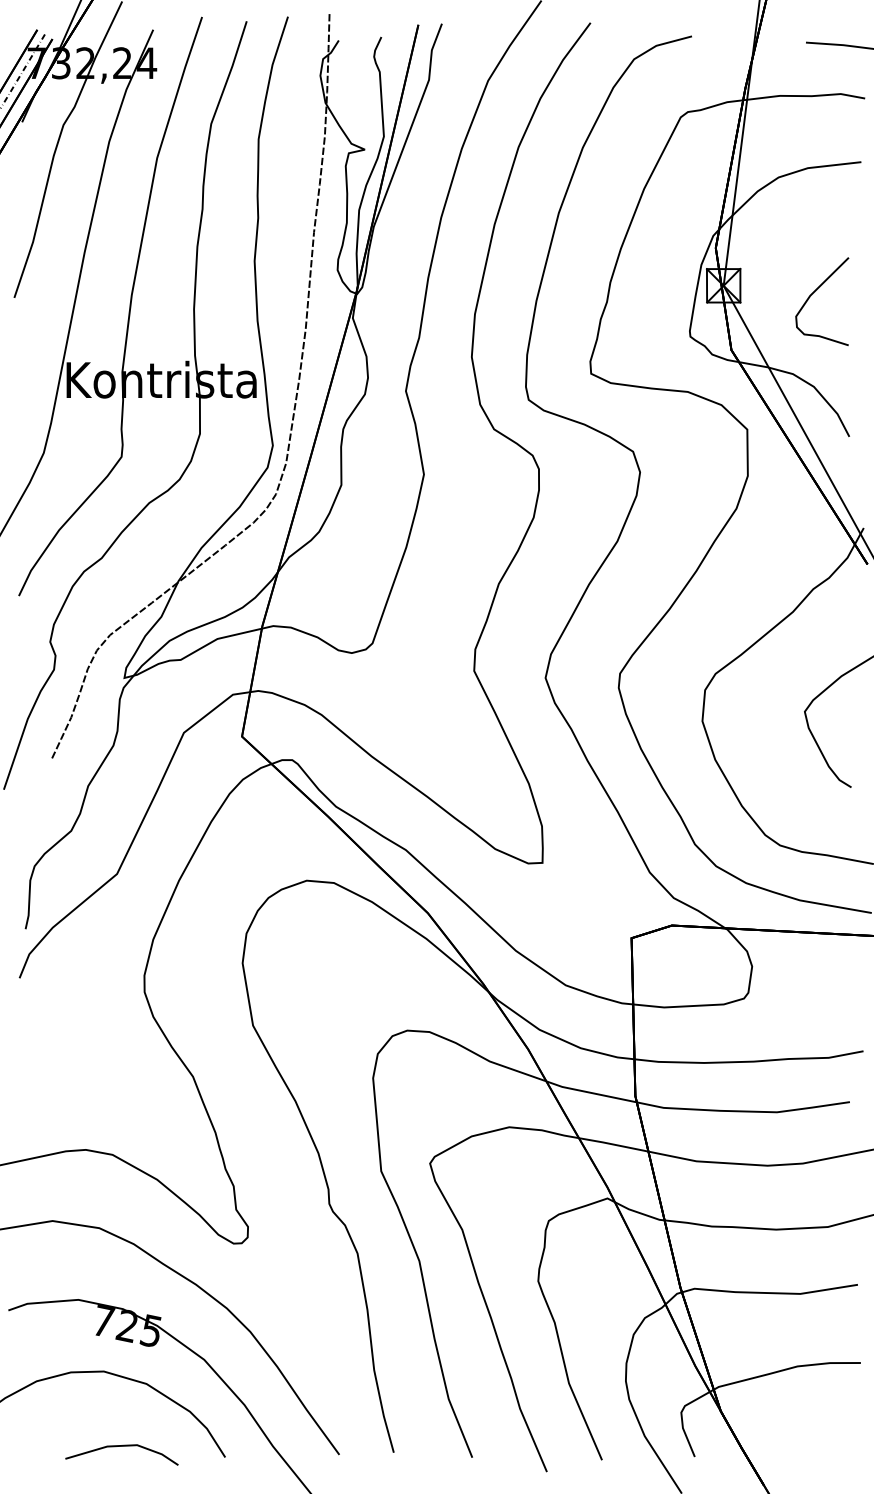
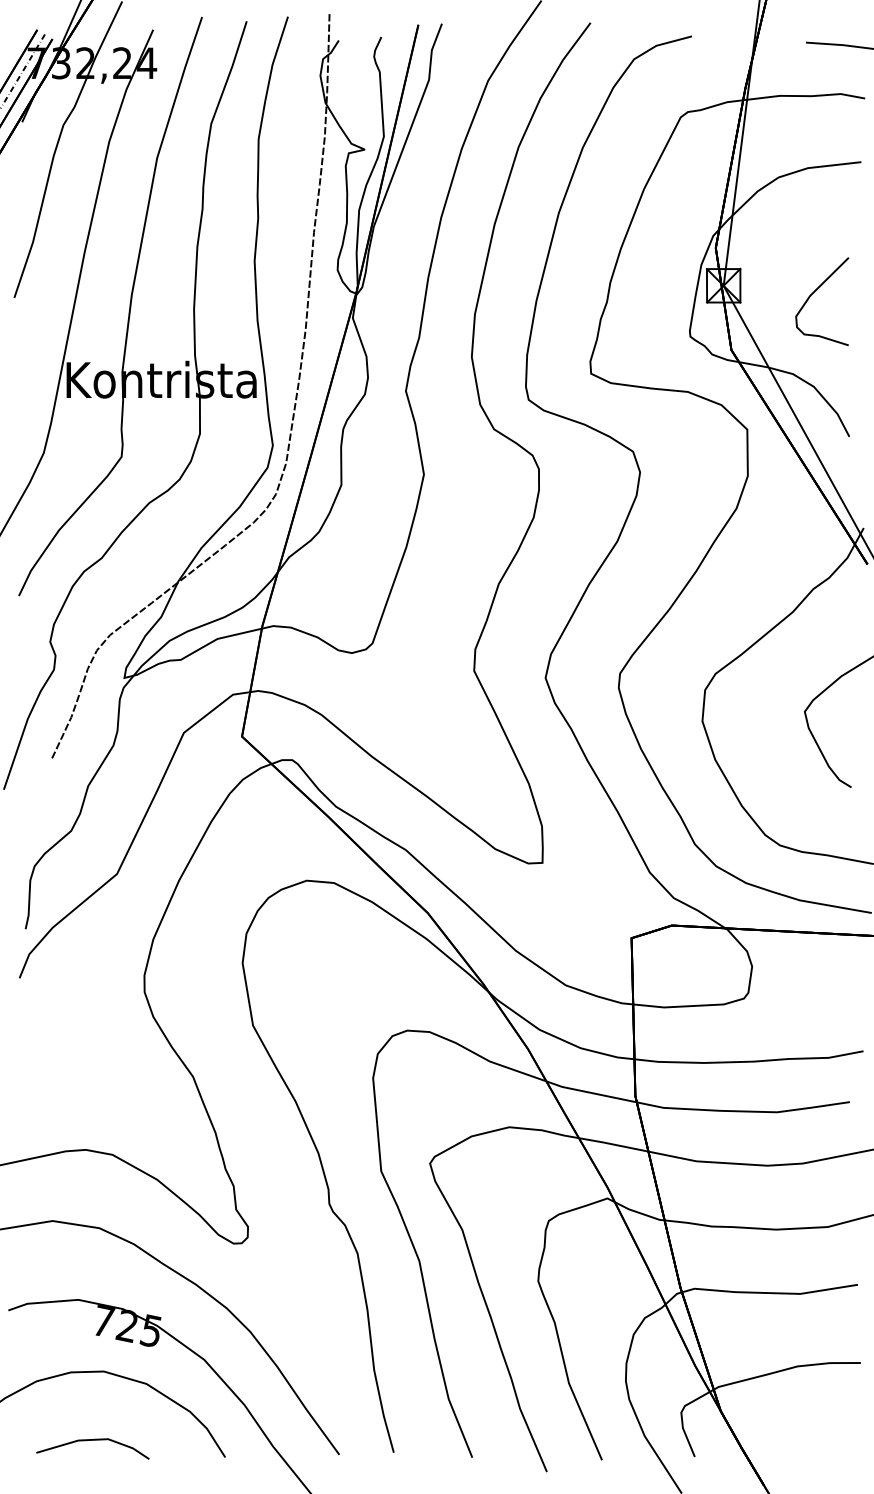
line at (121, 1446) position: (121, 1446) -> (92, 1440)
